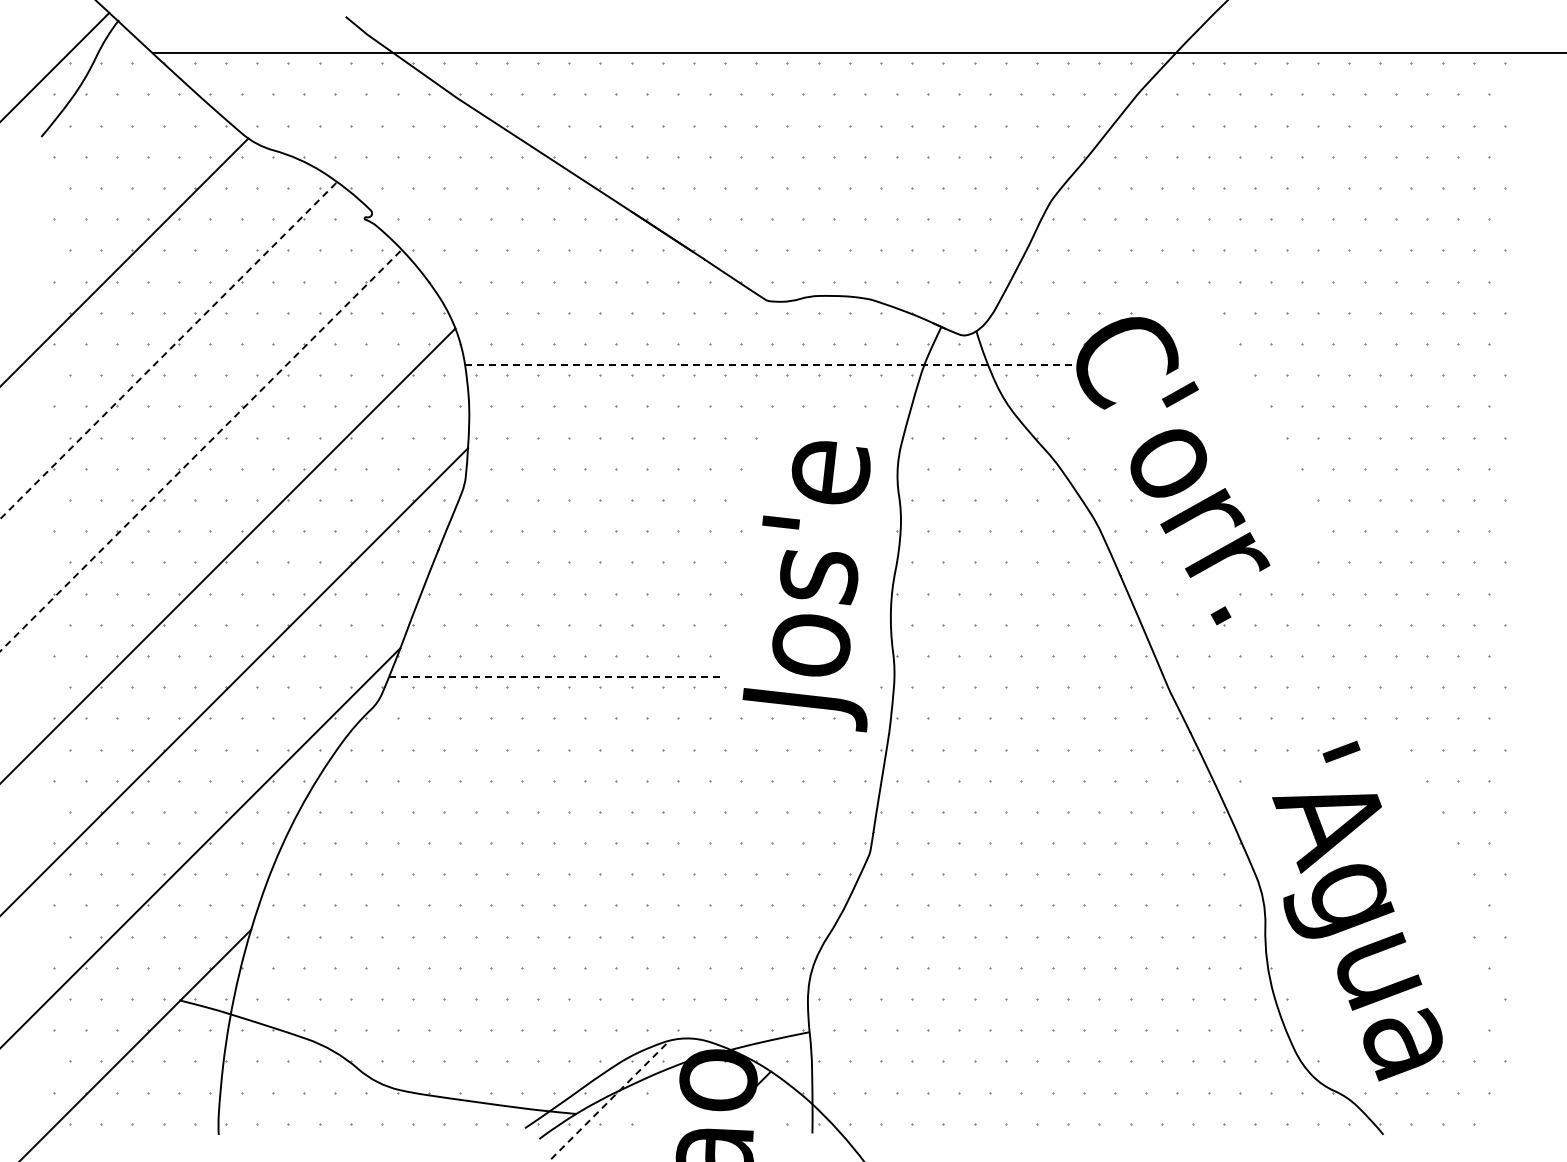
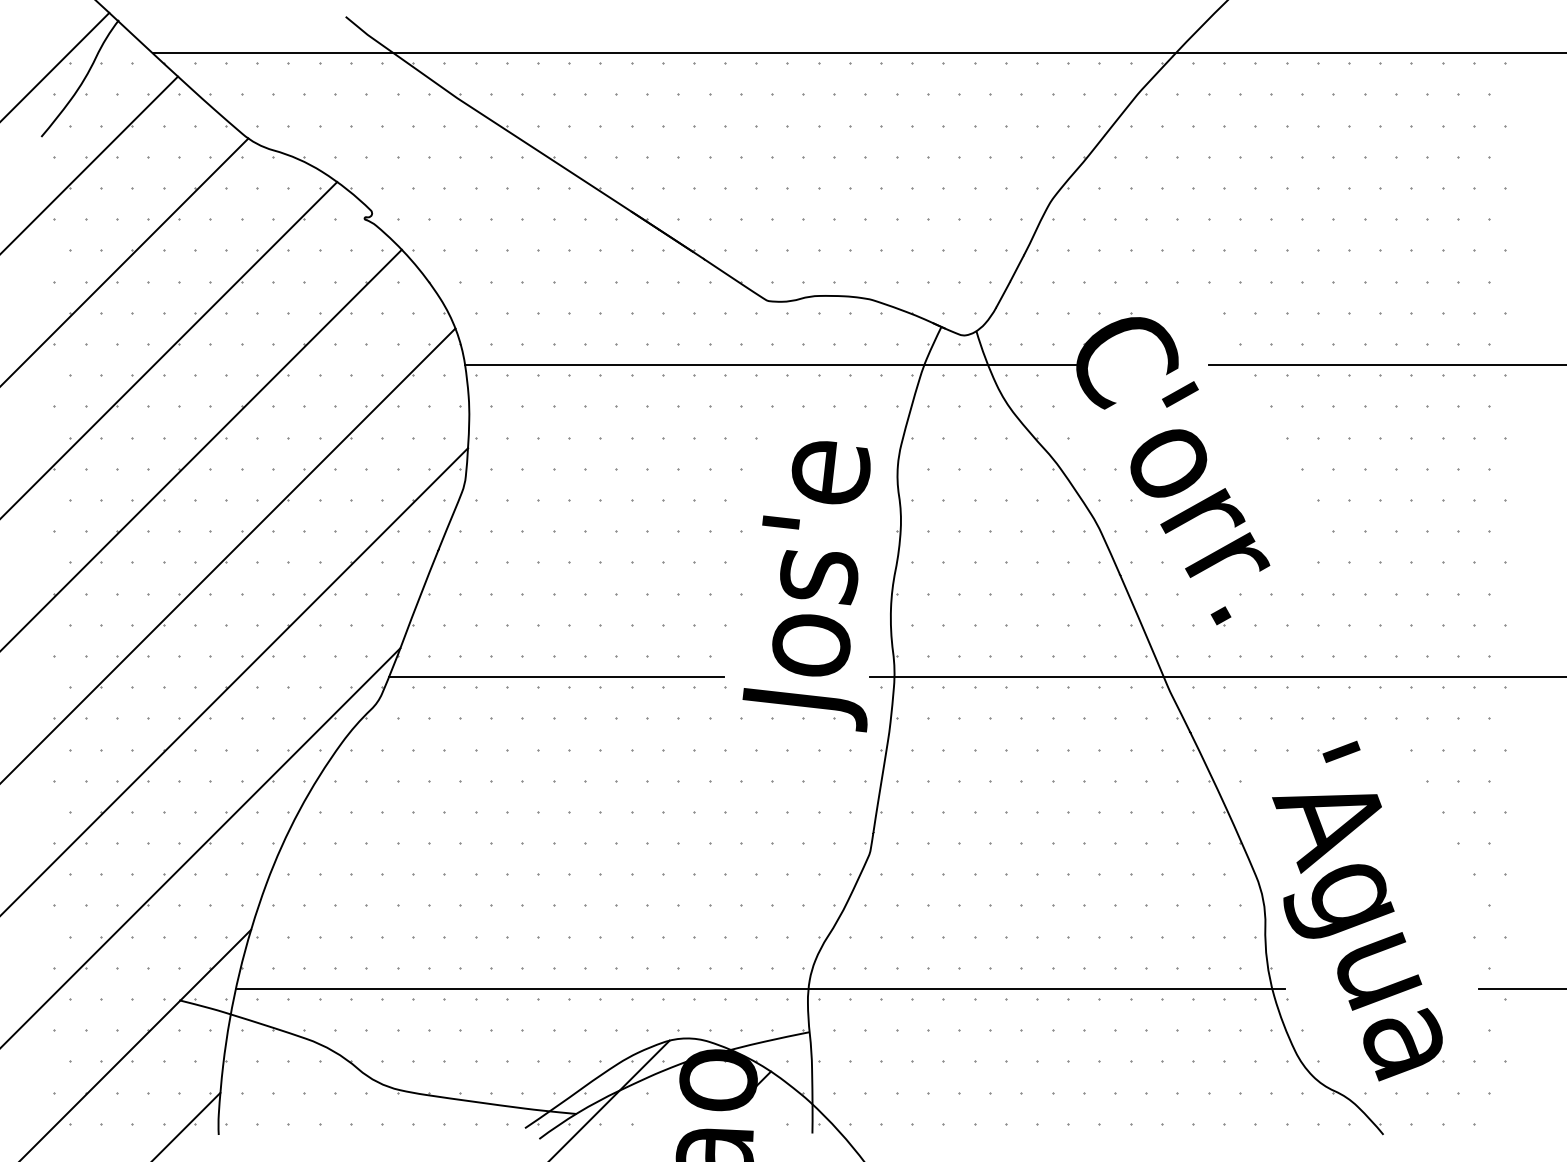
line at (90, 164): none -> present
line at (168, 350): dashed -> solid
line at (770, 365): dashed -> solid
line at (1385, 365): none -> present
line at (201, 450): dashed -> solid
line at (556, 676): dashed -> solid
line at (1216, 676): none -> present
line at (759, 988): none -> present
line at (1521, 988): none -> present
line at (609, 1100): dashed -> solid
line at (187, 1125): none -> present
